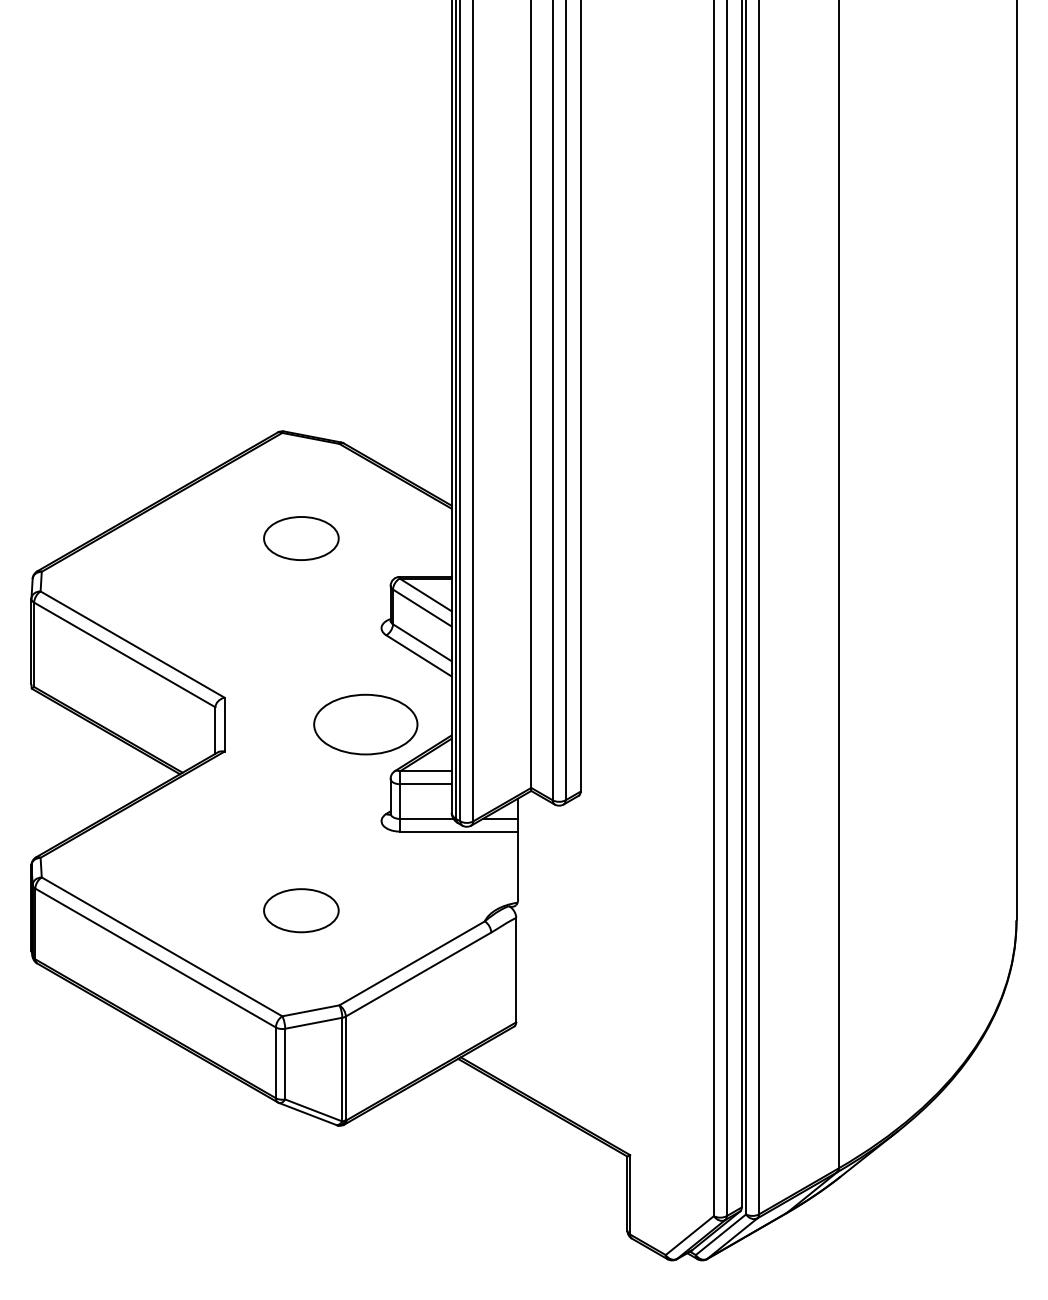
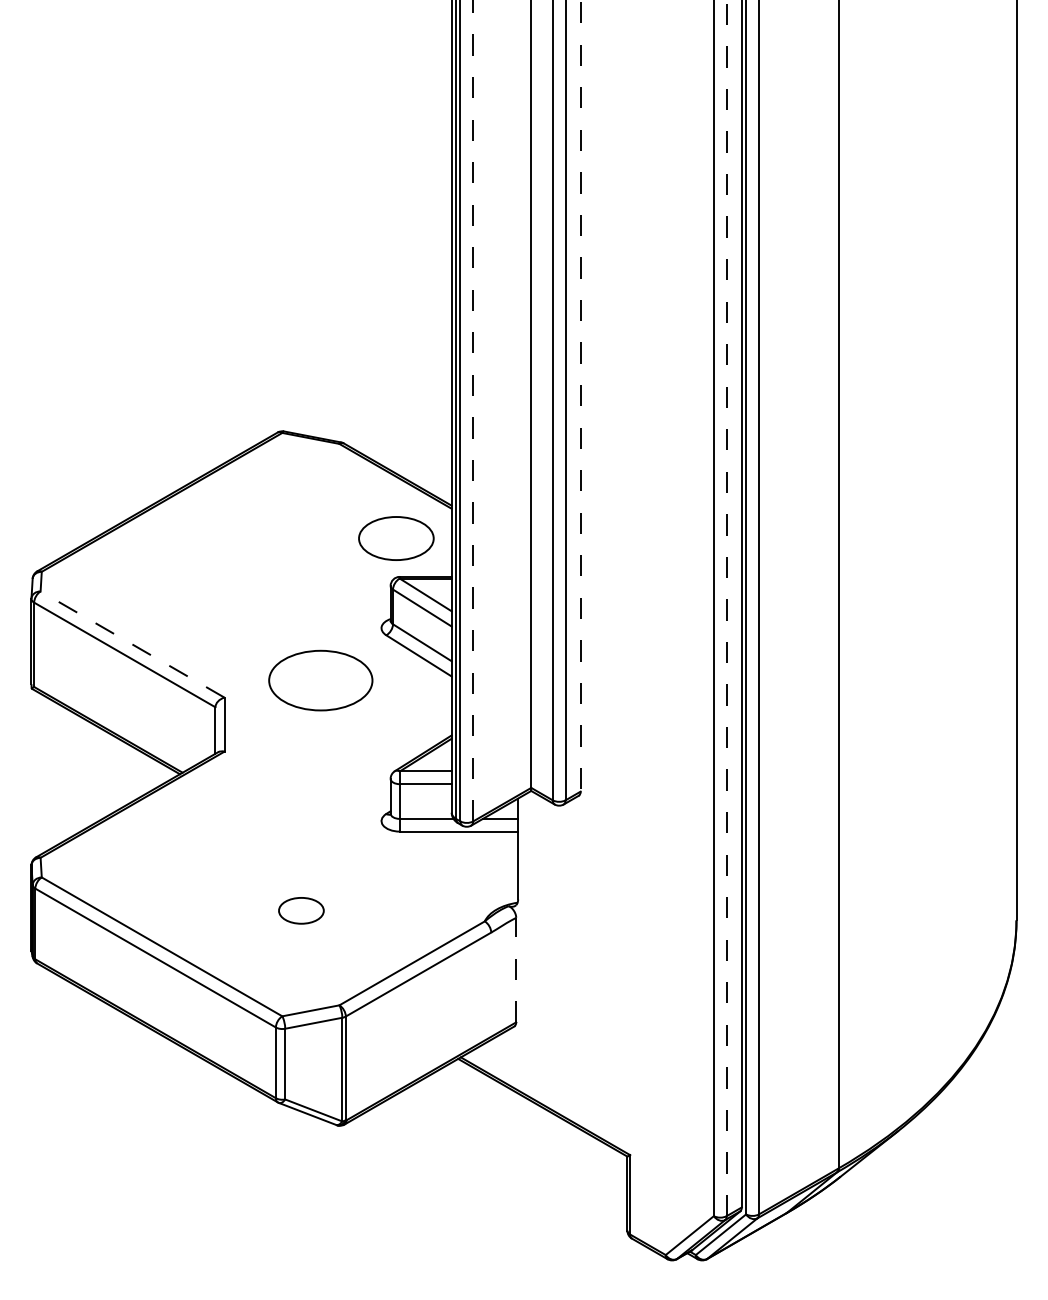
line at (580, 396): solid -> dashed
line at (473, 410): solid -> dashed
part at (301, 538) position: (301, 538) -> (396, 538)
line at (726, 608): solid -> dashed
line at (132, 644): solid -> dashed
part at (365, 724) position: (365, 724) -> (320, 680)
part at (301, 910) size: 77x46 px -> 47x28 px
line at (516, 969): solid -> dashed
